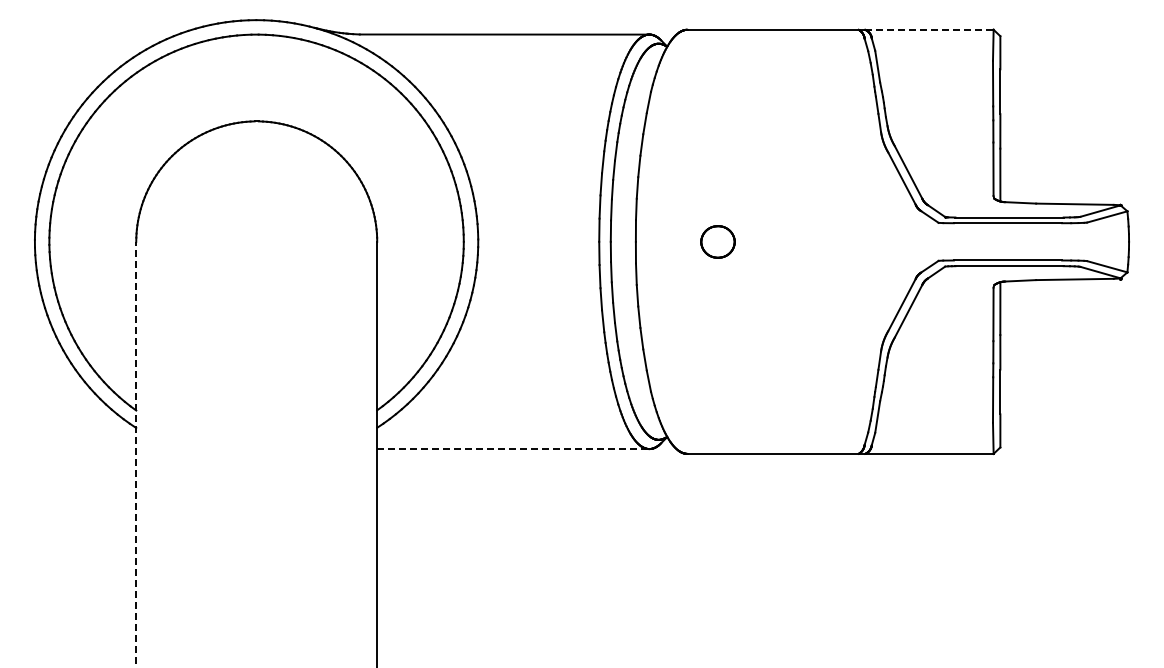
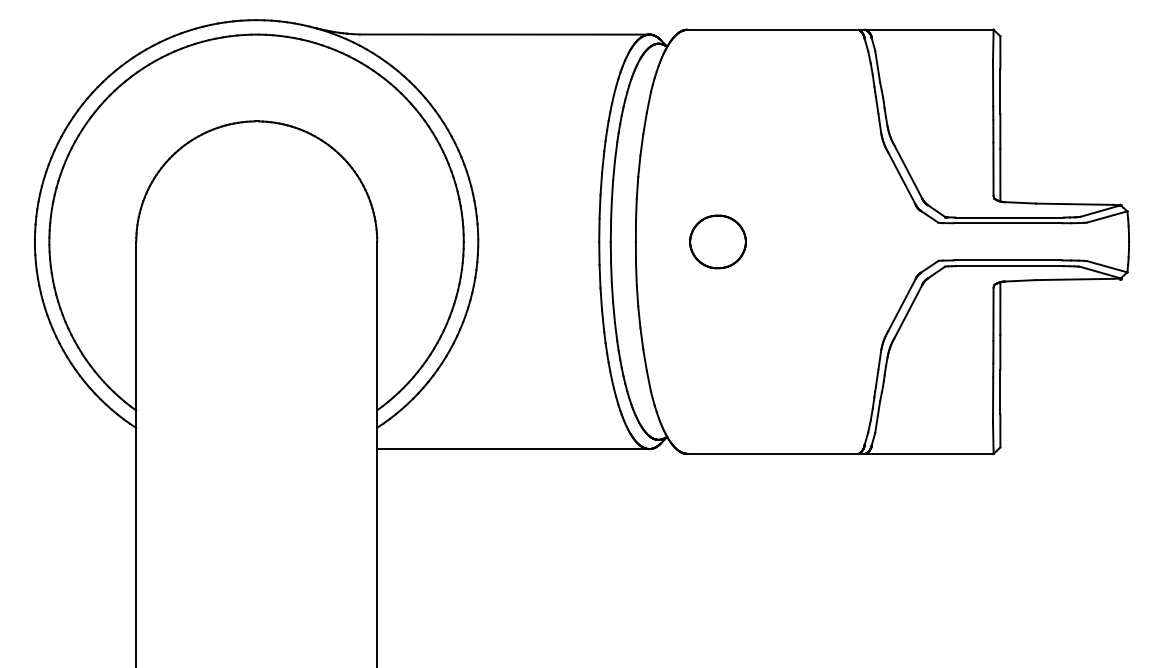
line at (929, 29): dashed -> solid
part at (717, 241) size: 36x34 px -> 58x56 px
line at (513, 449): dashed -> solid
line at (136, 454): dashed -> solid
